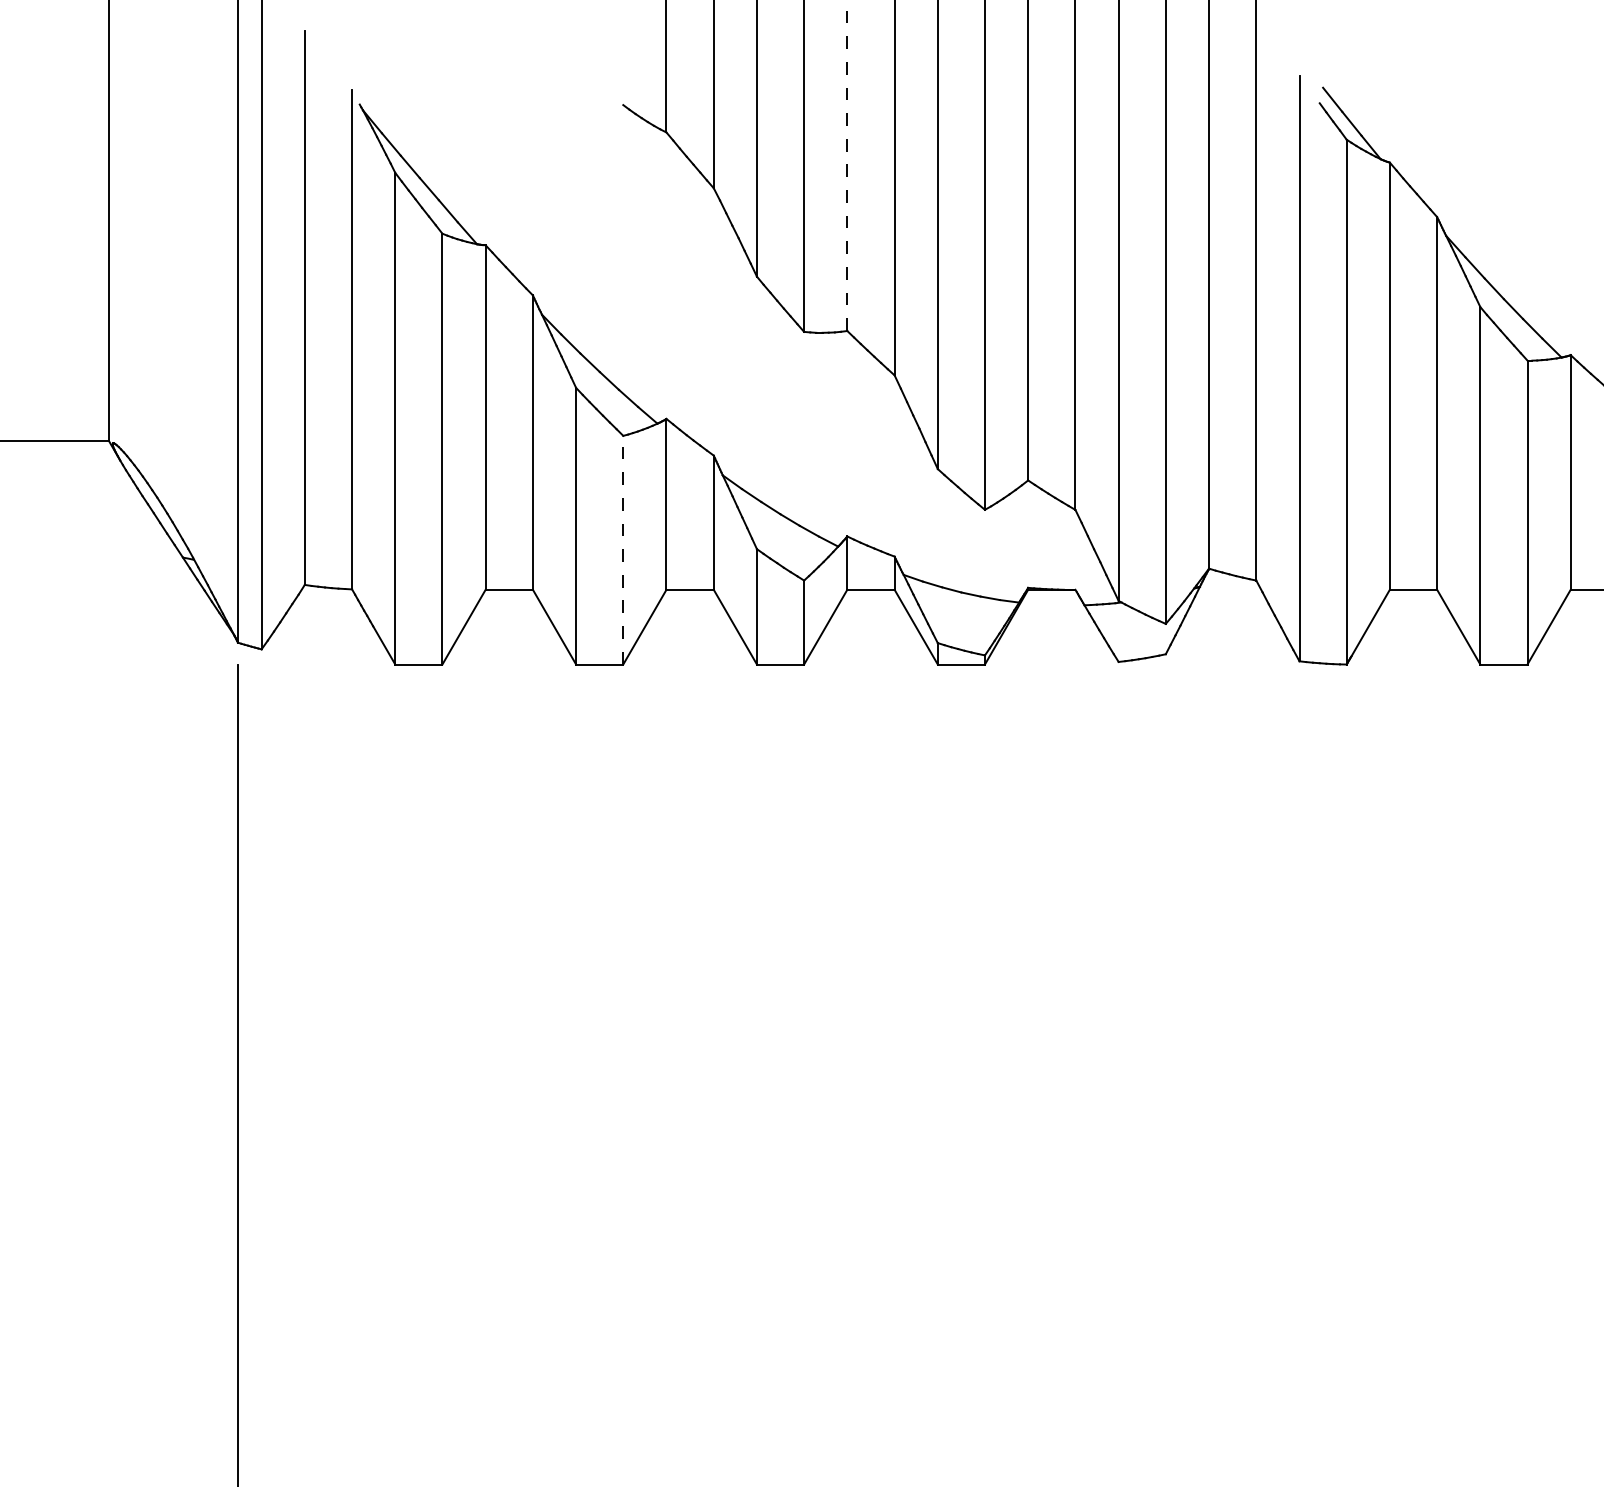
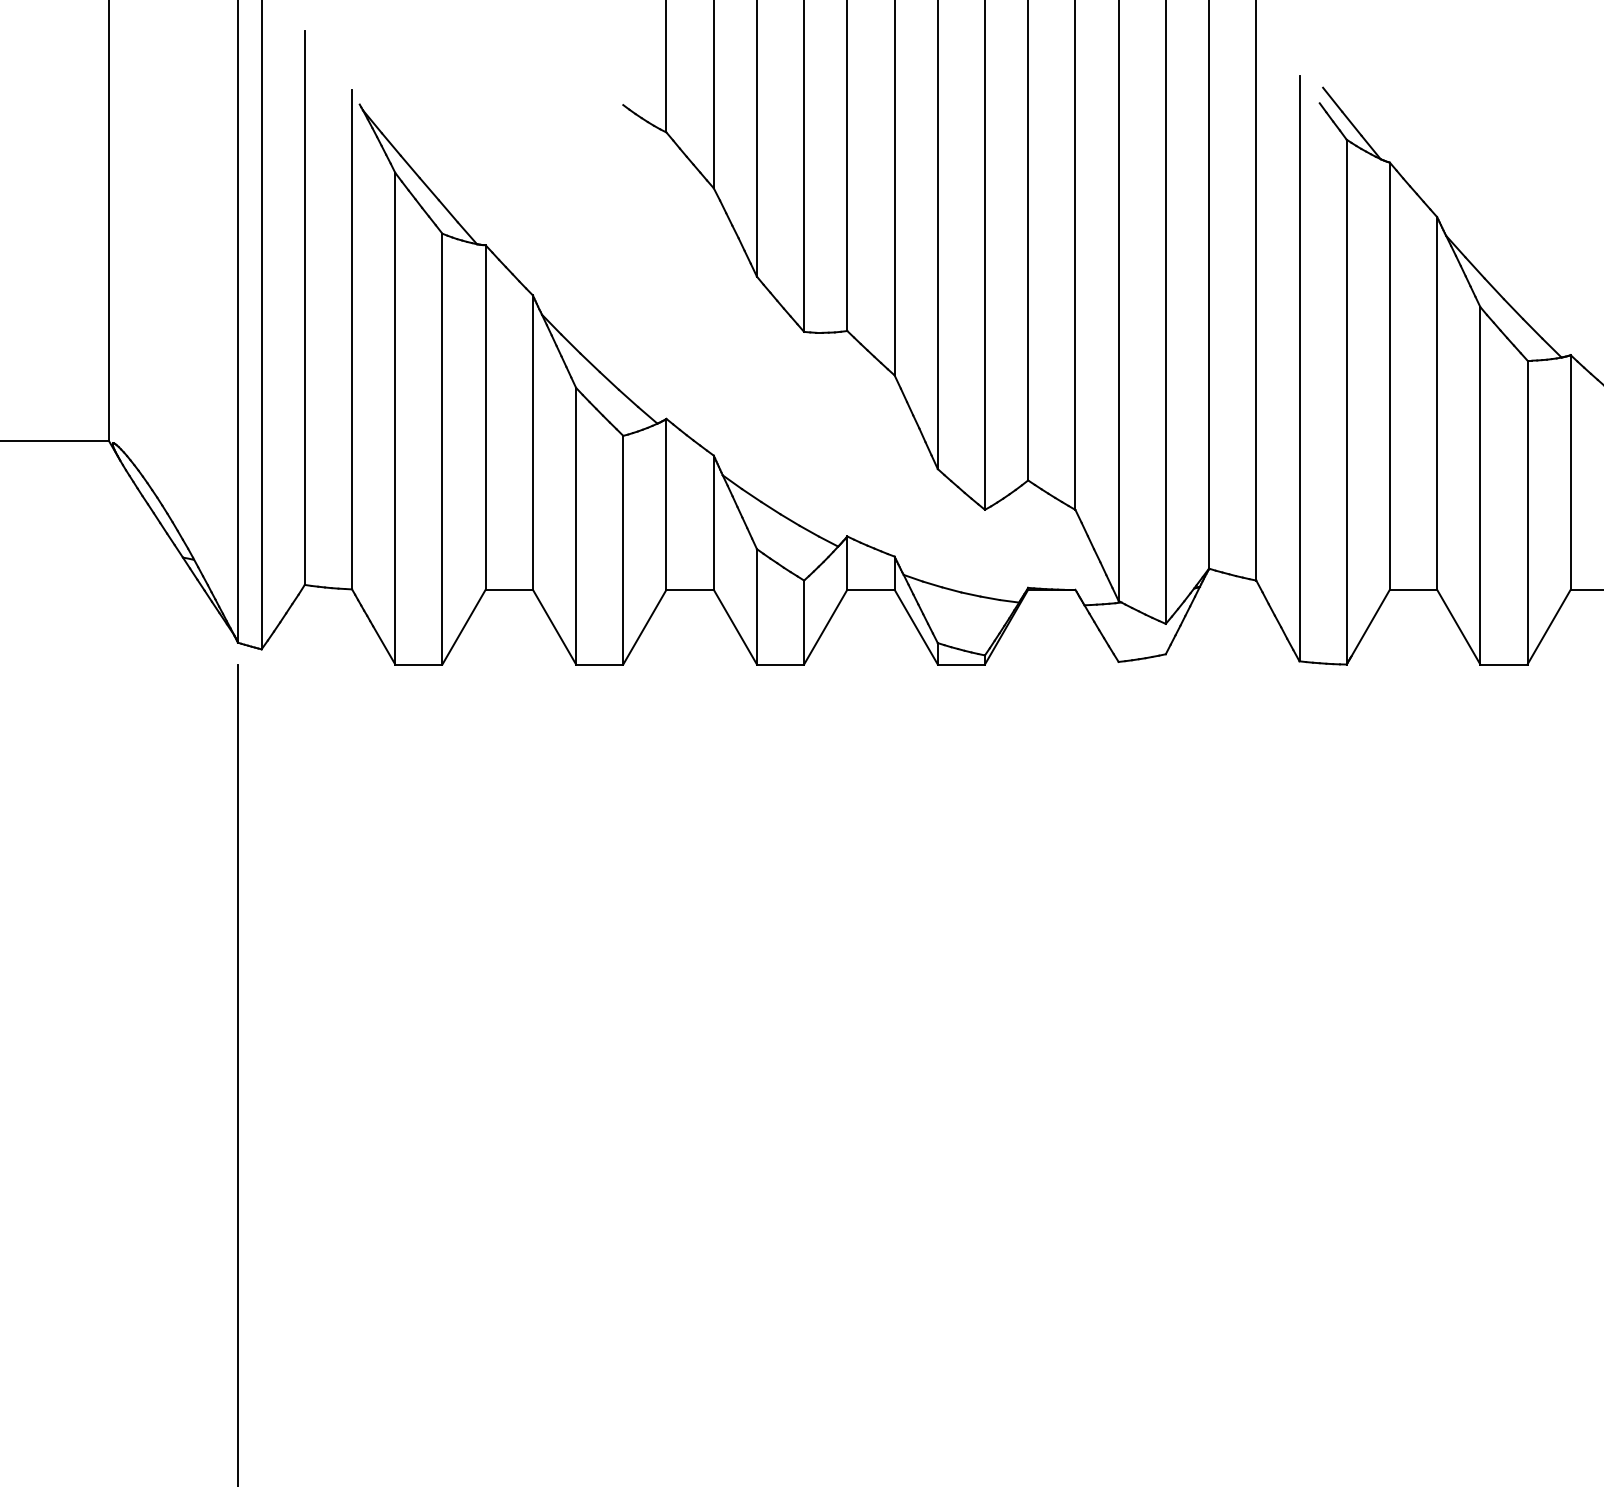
line at (847, 165): dashed -> solid
line at (623, 549): dashed -> solid
